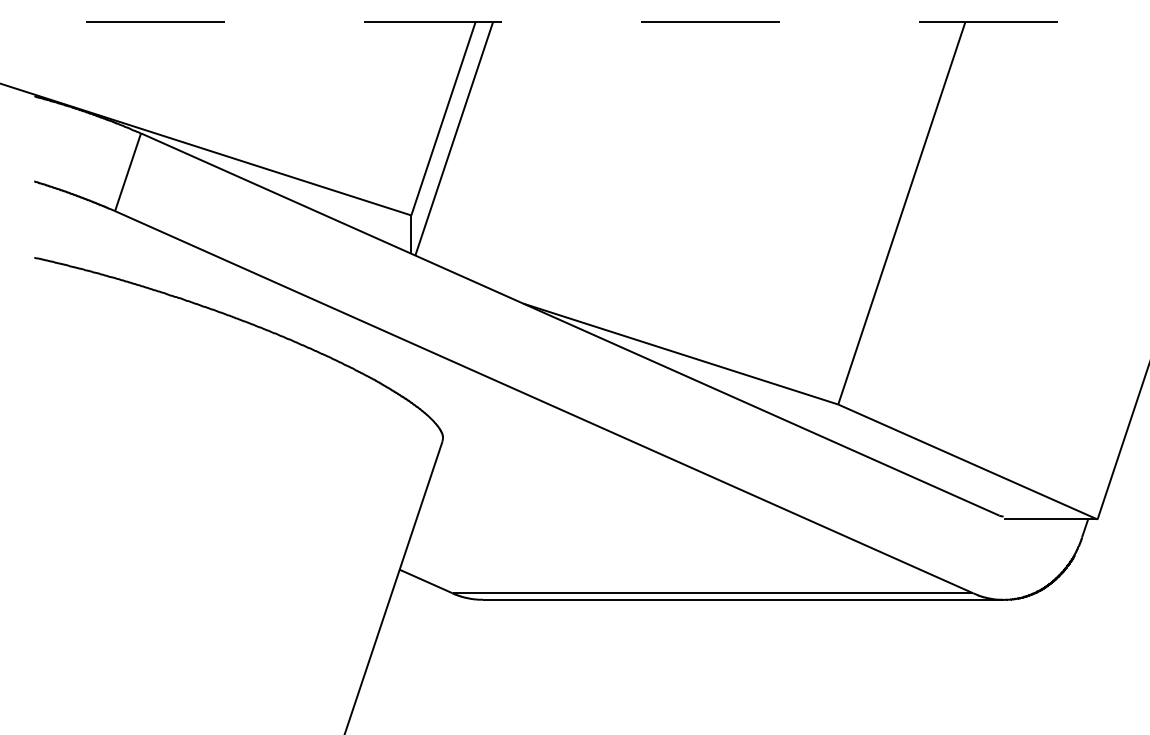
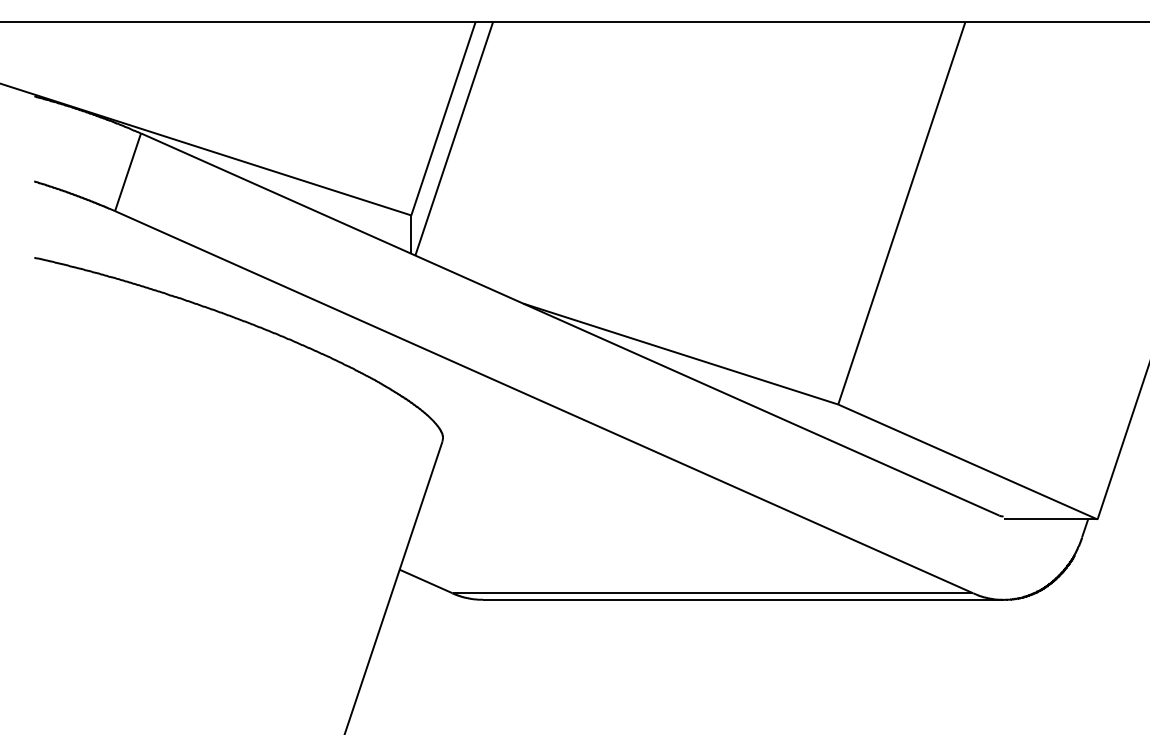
line at (575, 22): dashed -> solid
